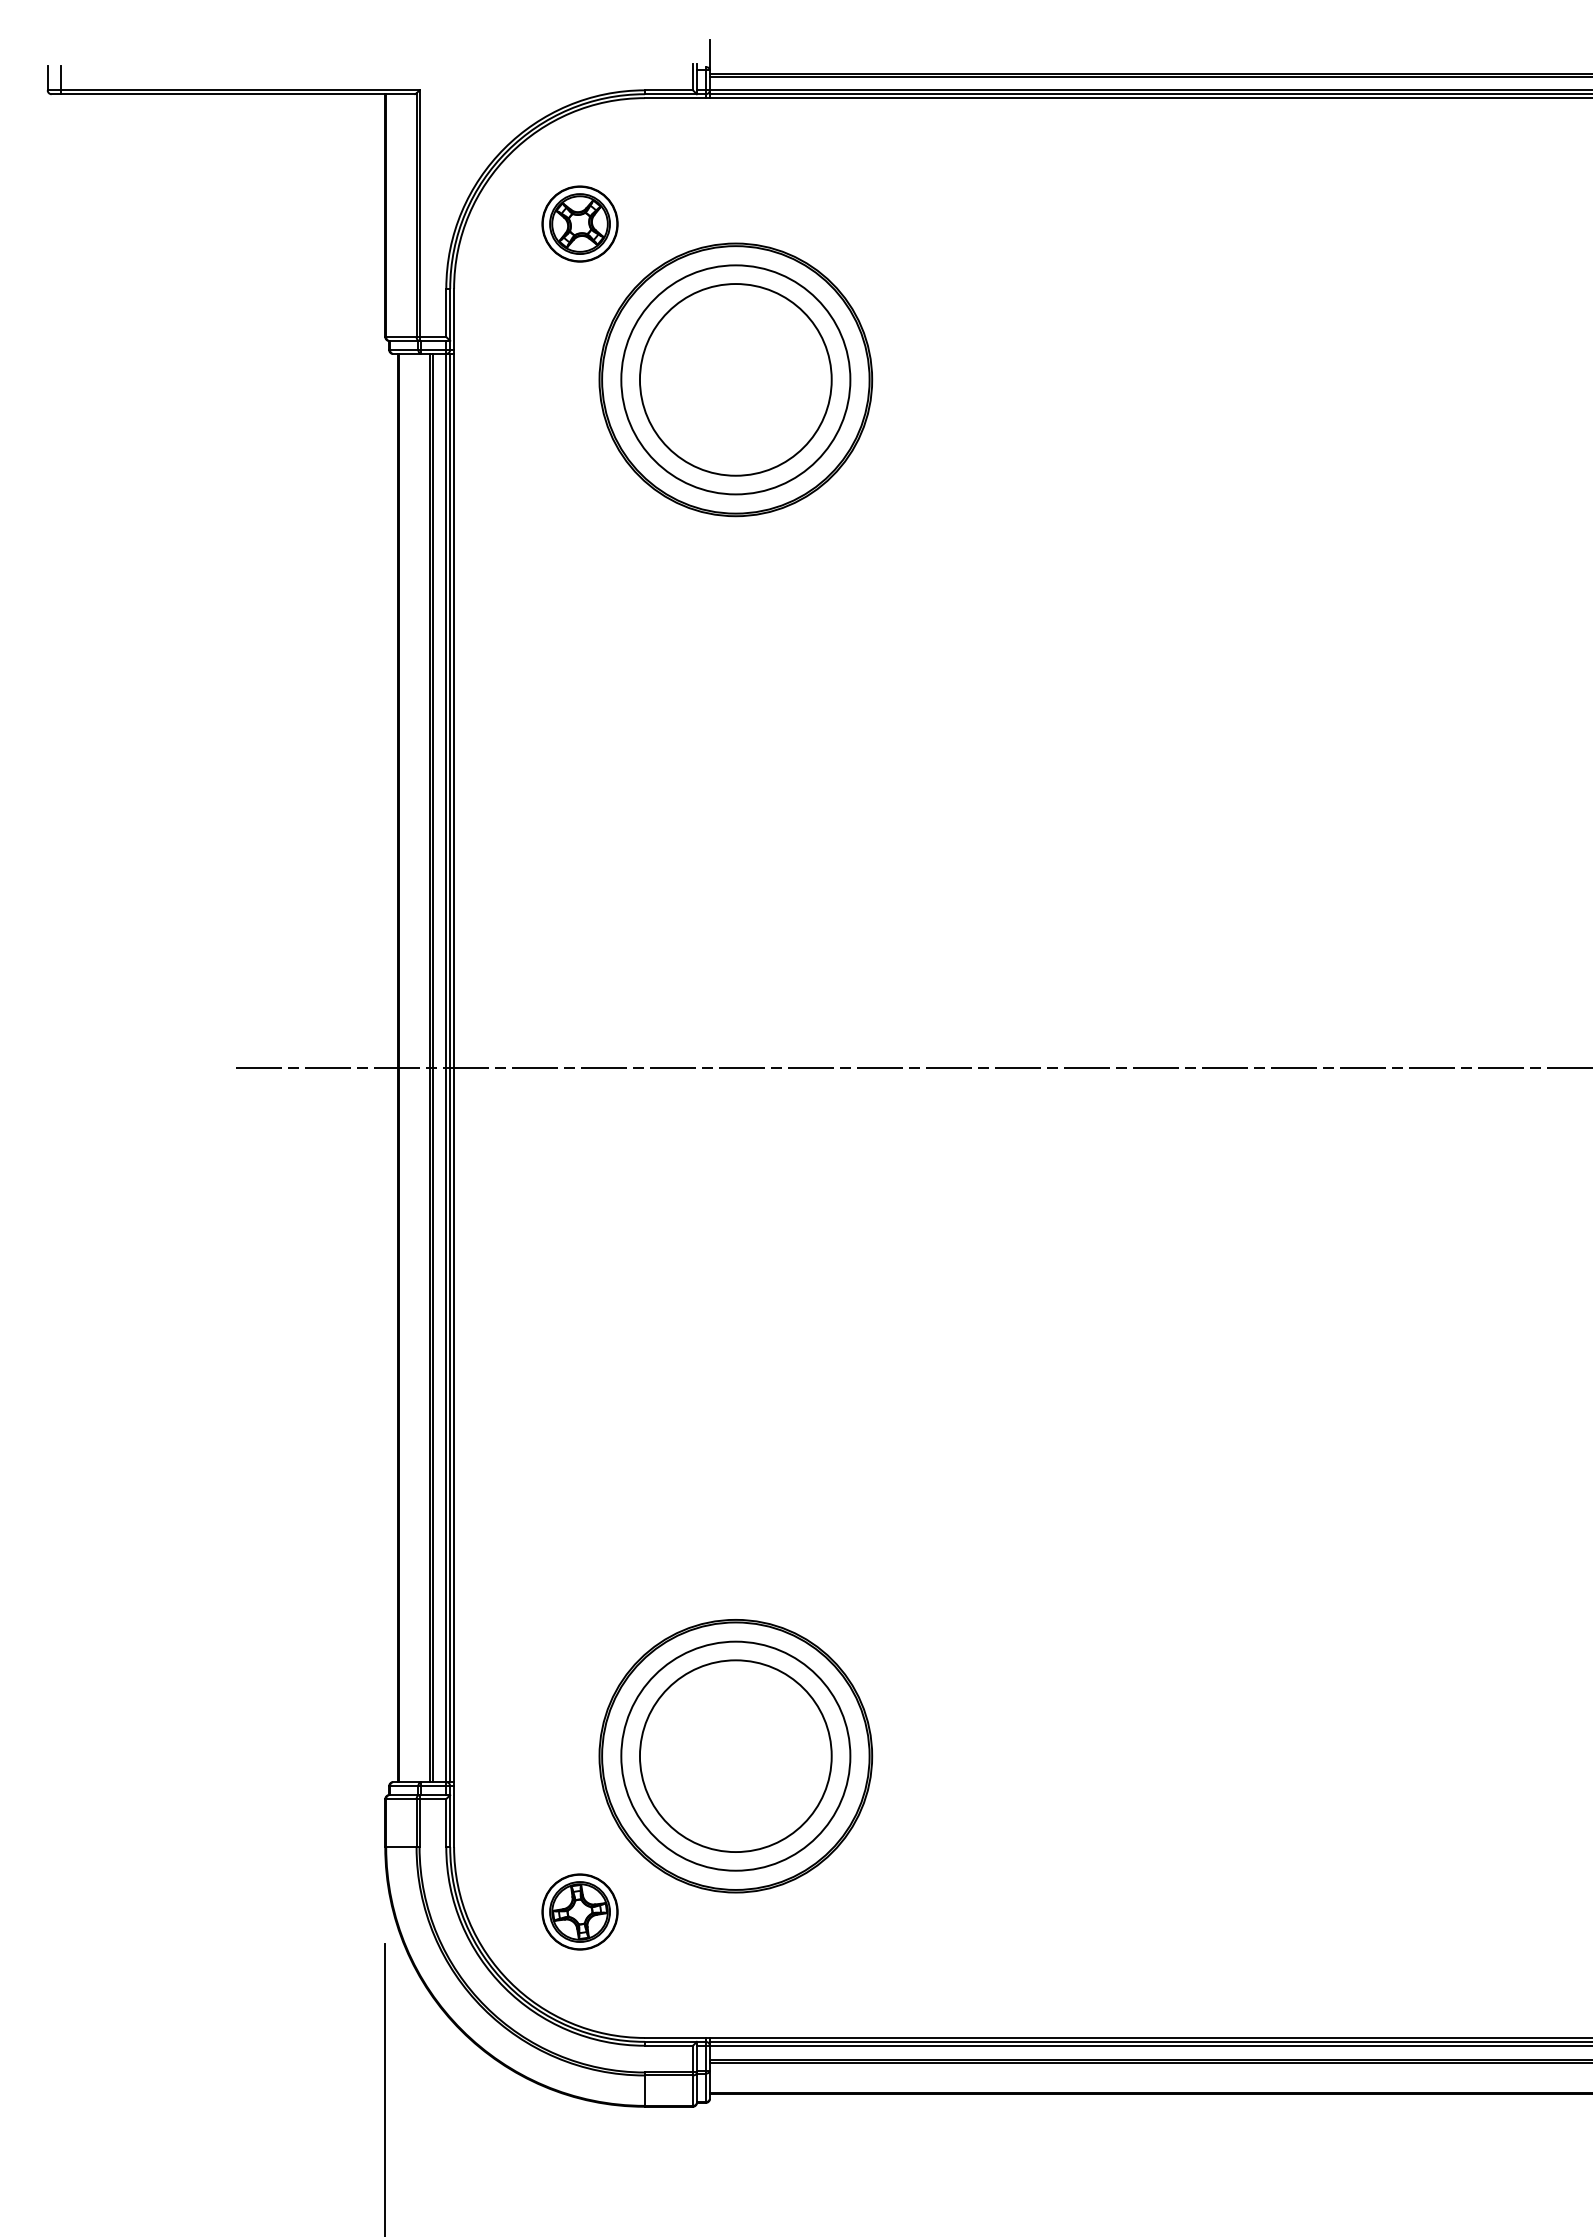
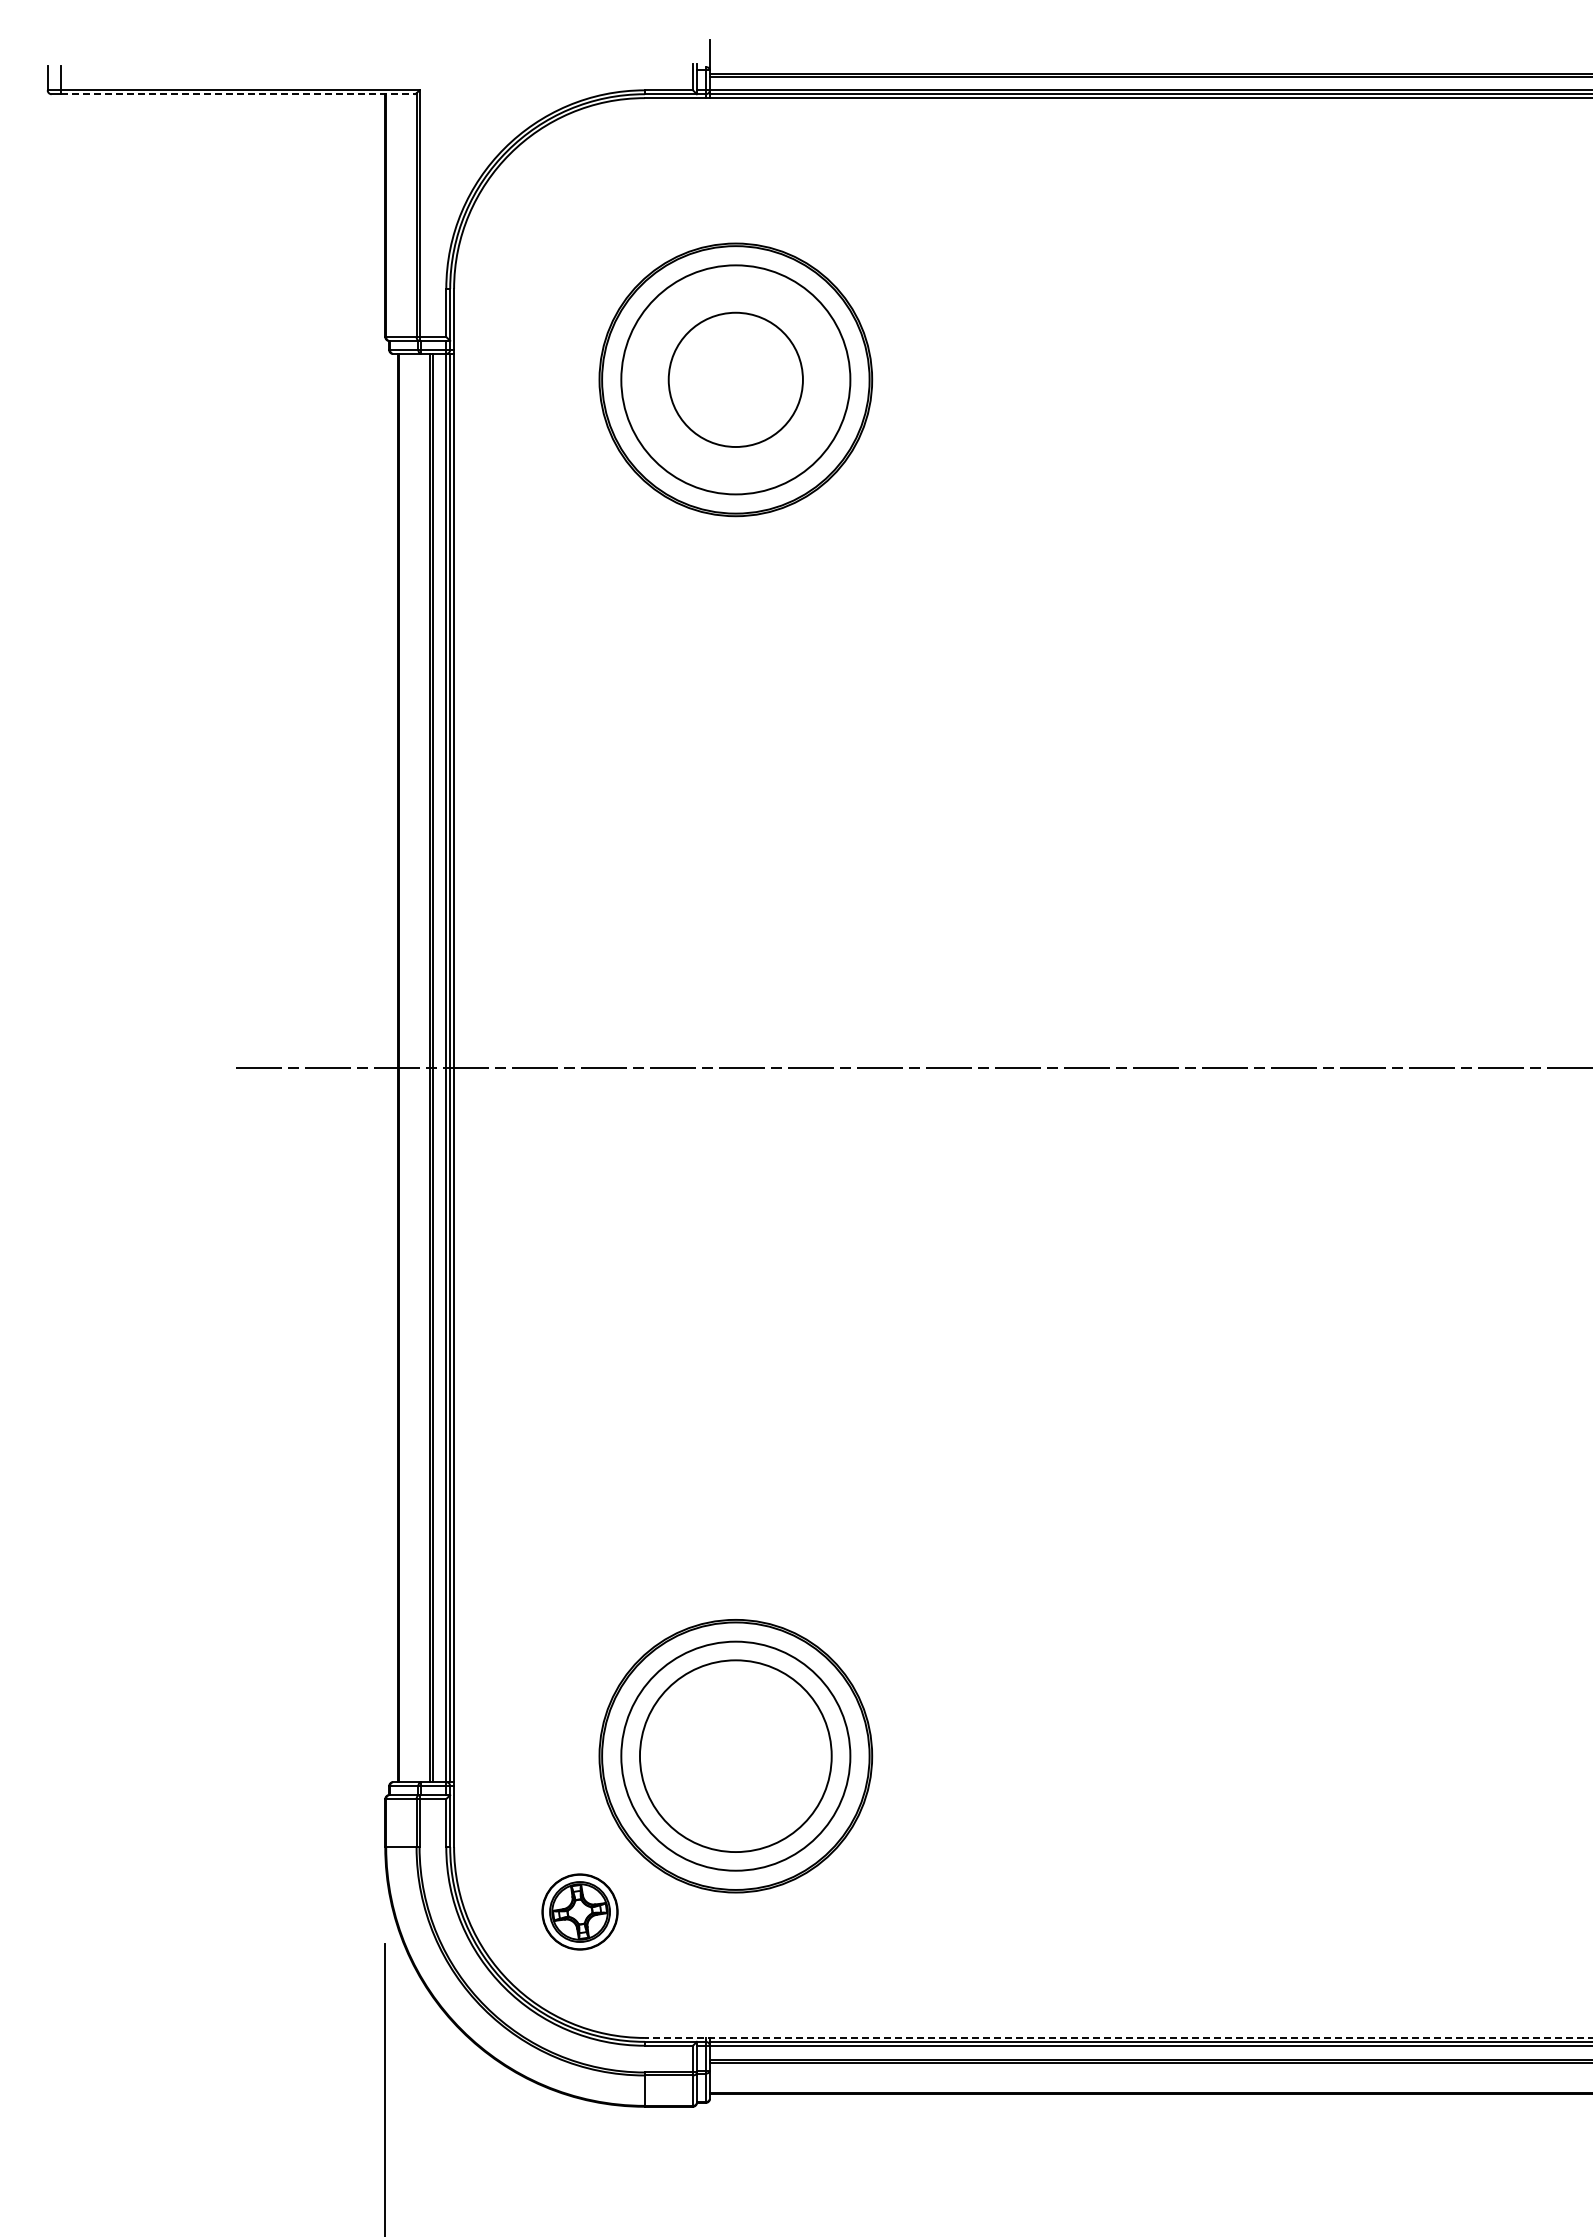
line at (237, 94): solid -> dashed
part at (579, 223): present -> none
circle at (735, 379) diameter: 192 px -> 134 px
line at (1118, 2037): solid -> dashed
